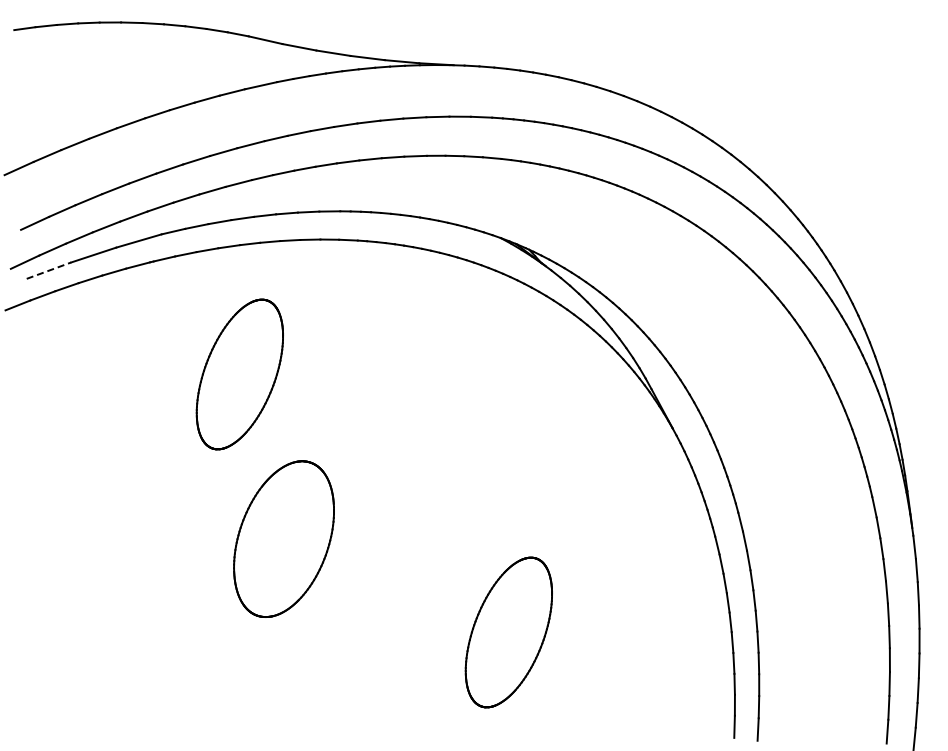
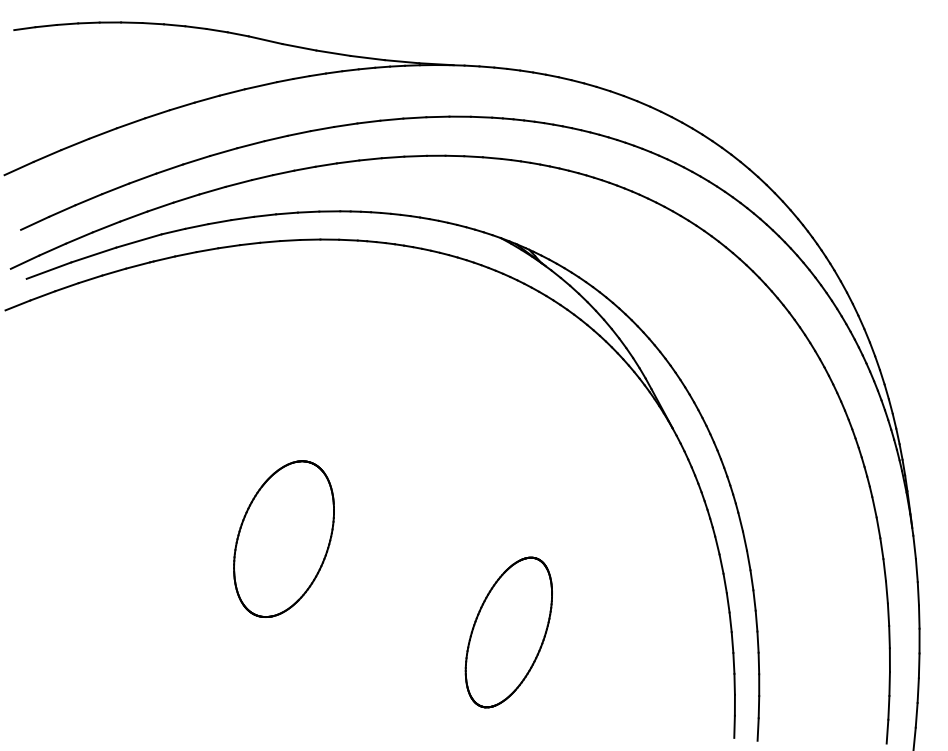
line at (48, 270): dashed -> solid
part at (239, 374): present -> none
